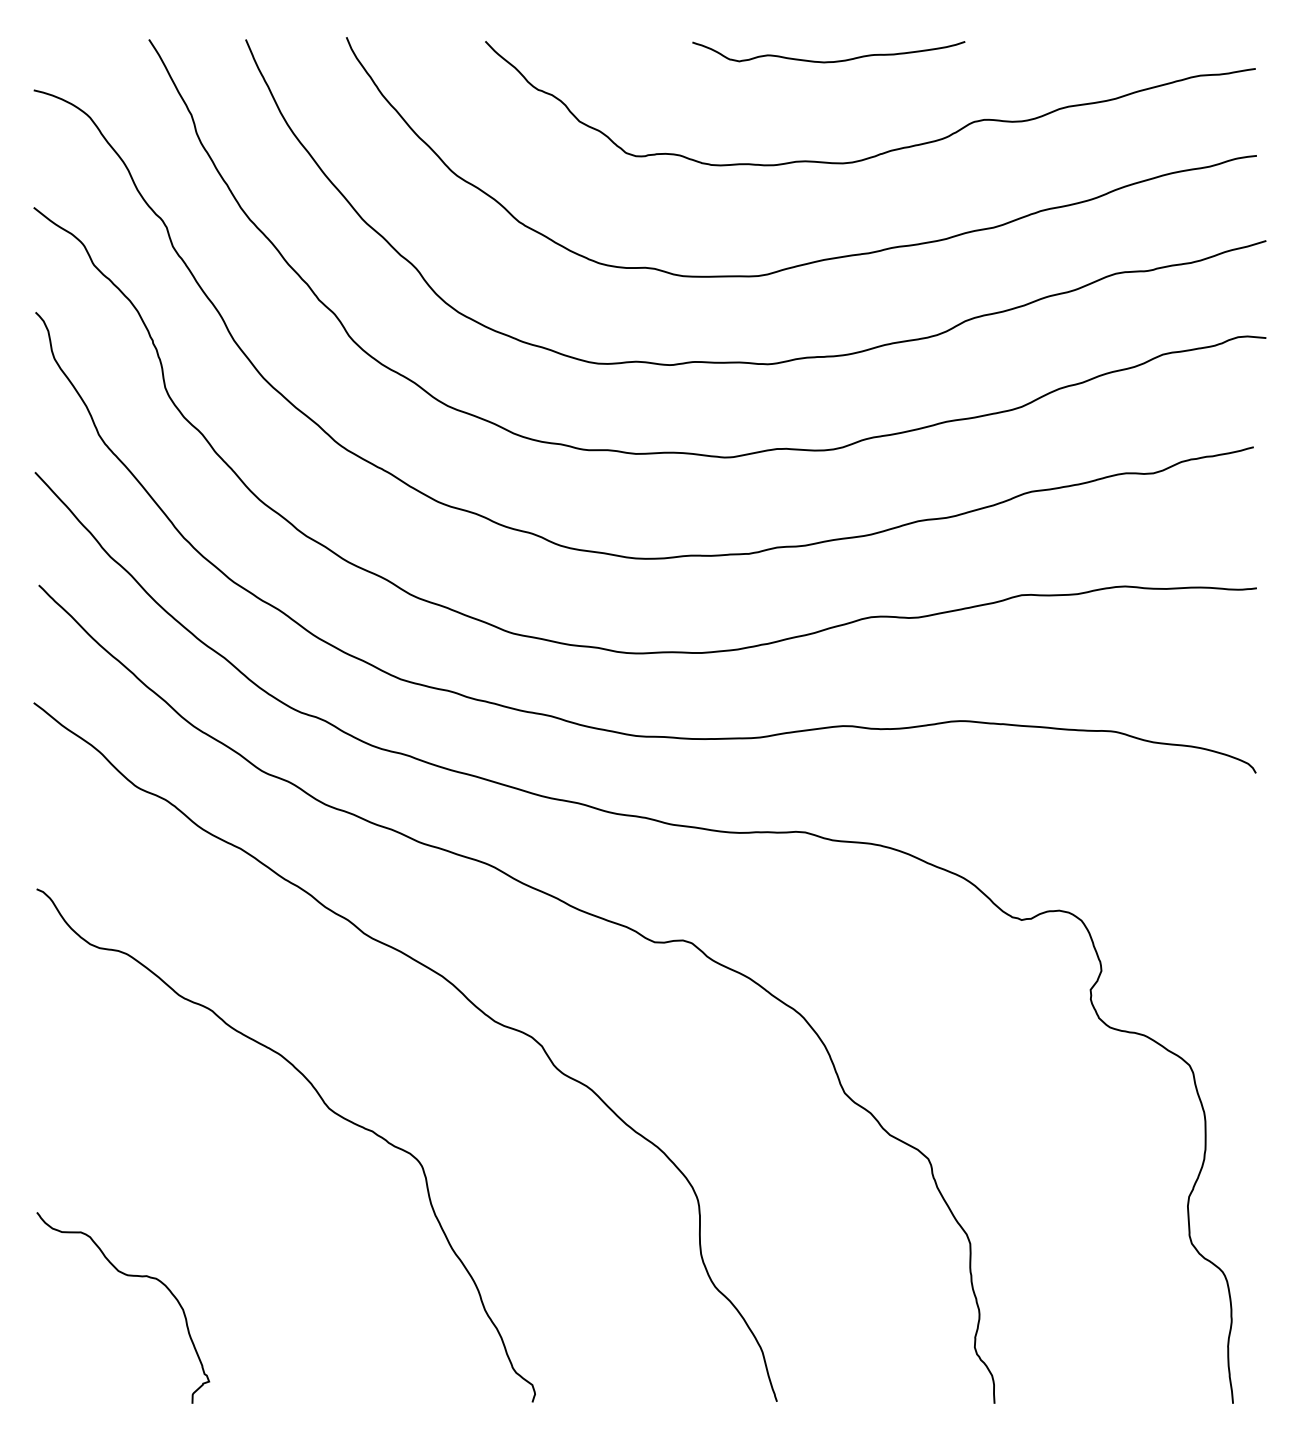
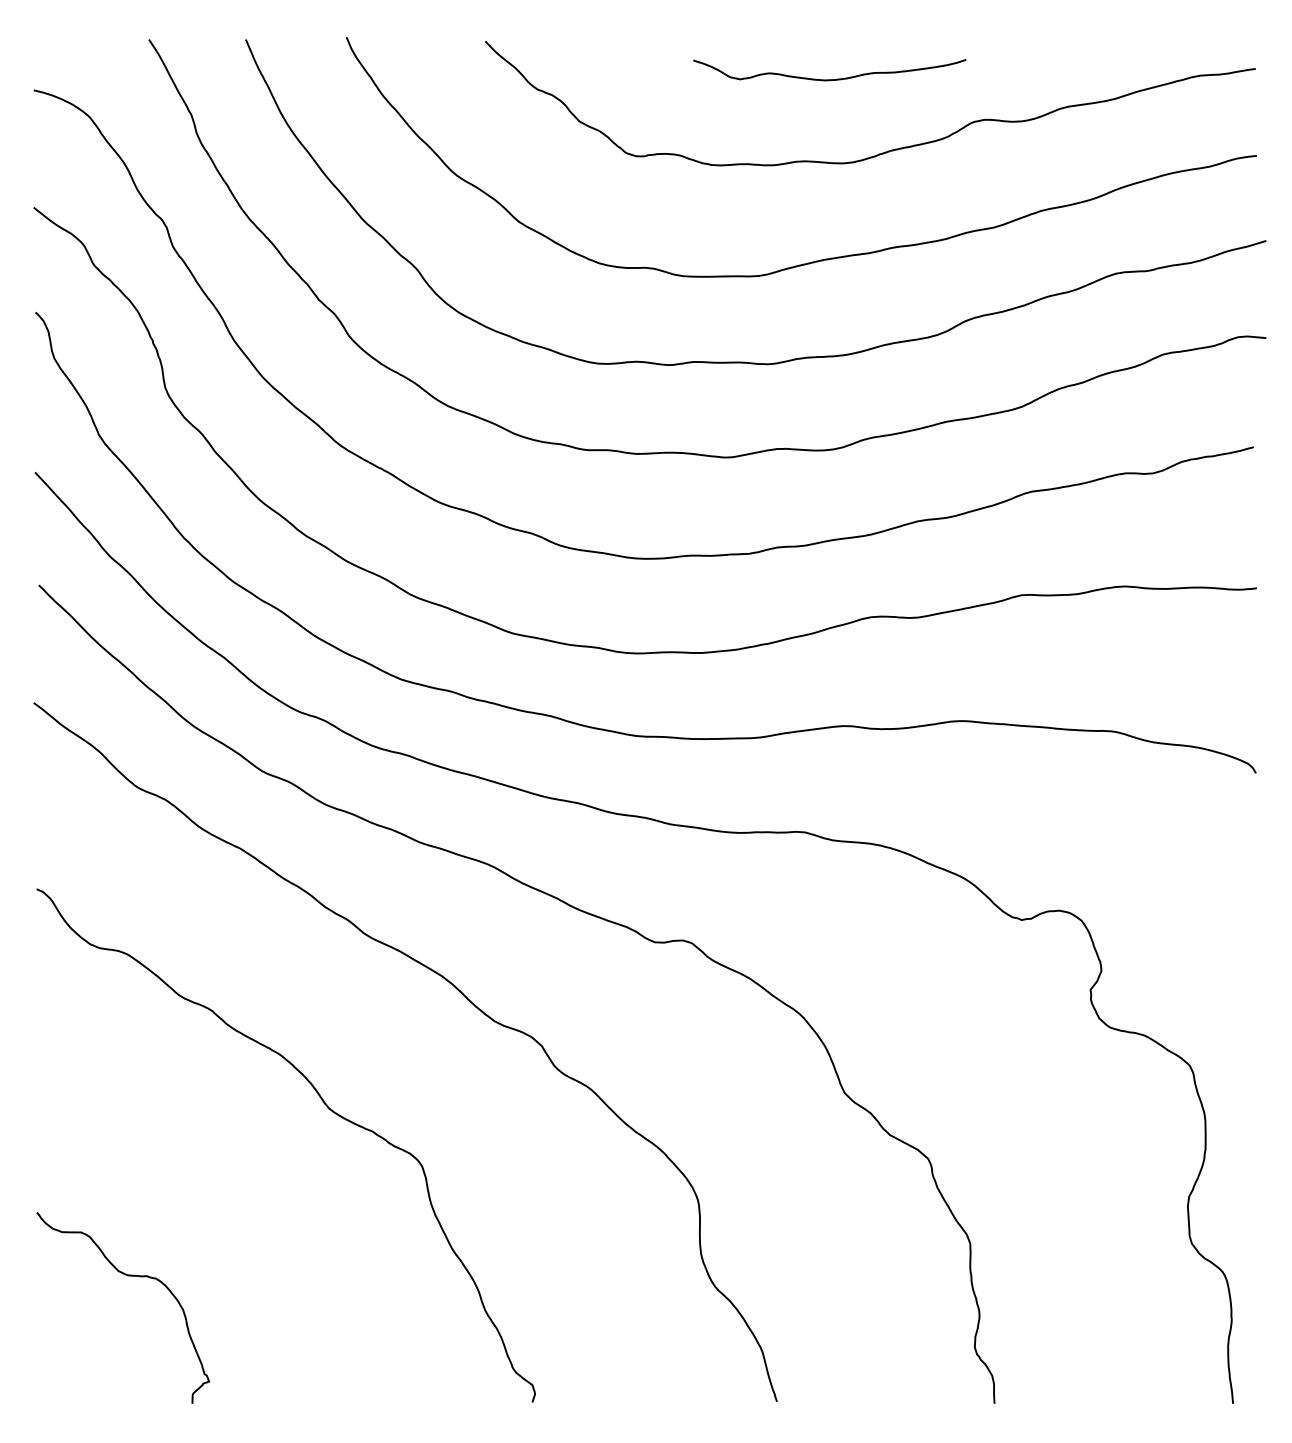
curve at (828, 61) position: (828, 61) -> (829, 79)
